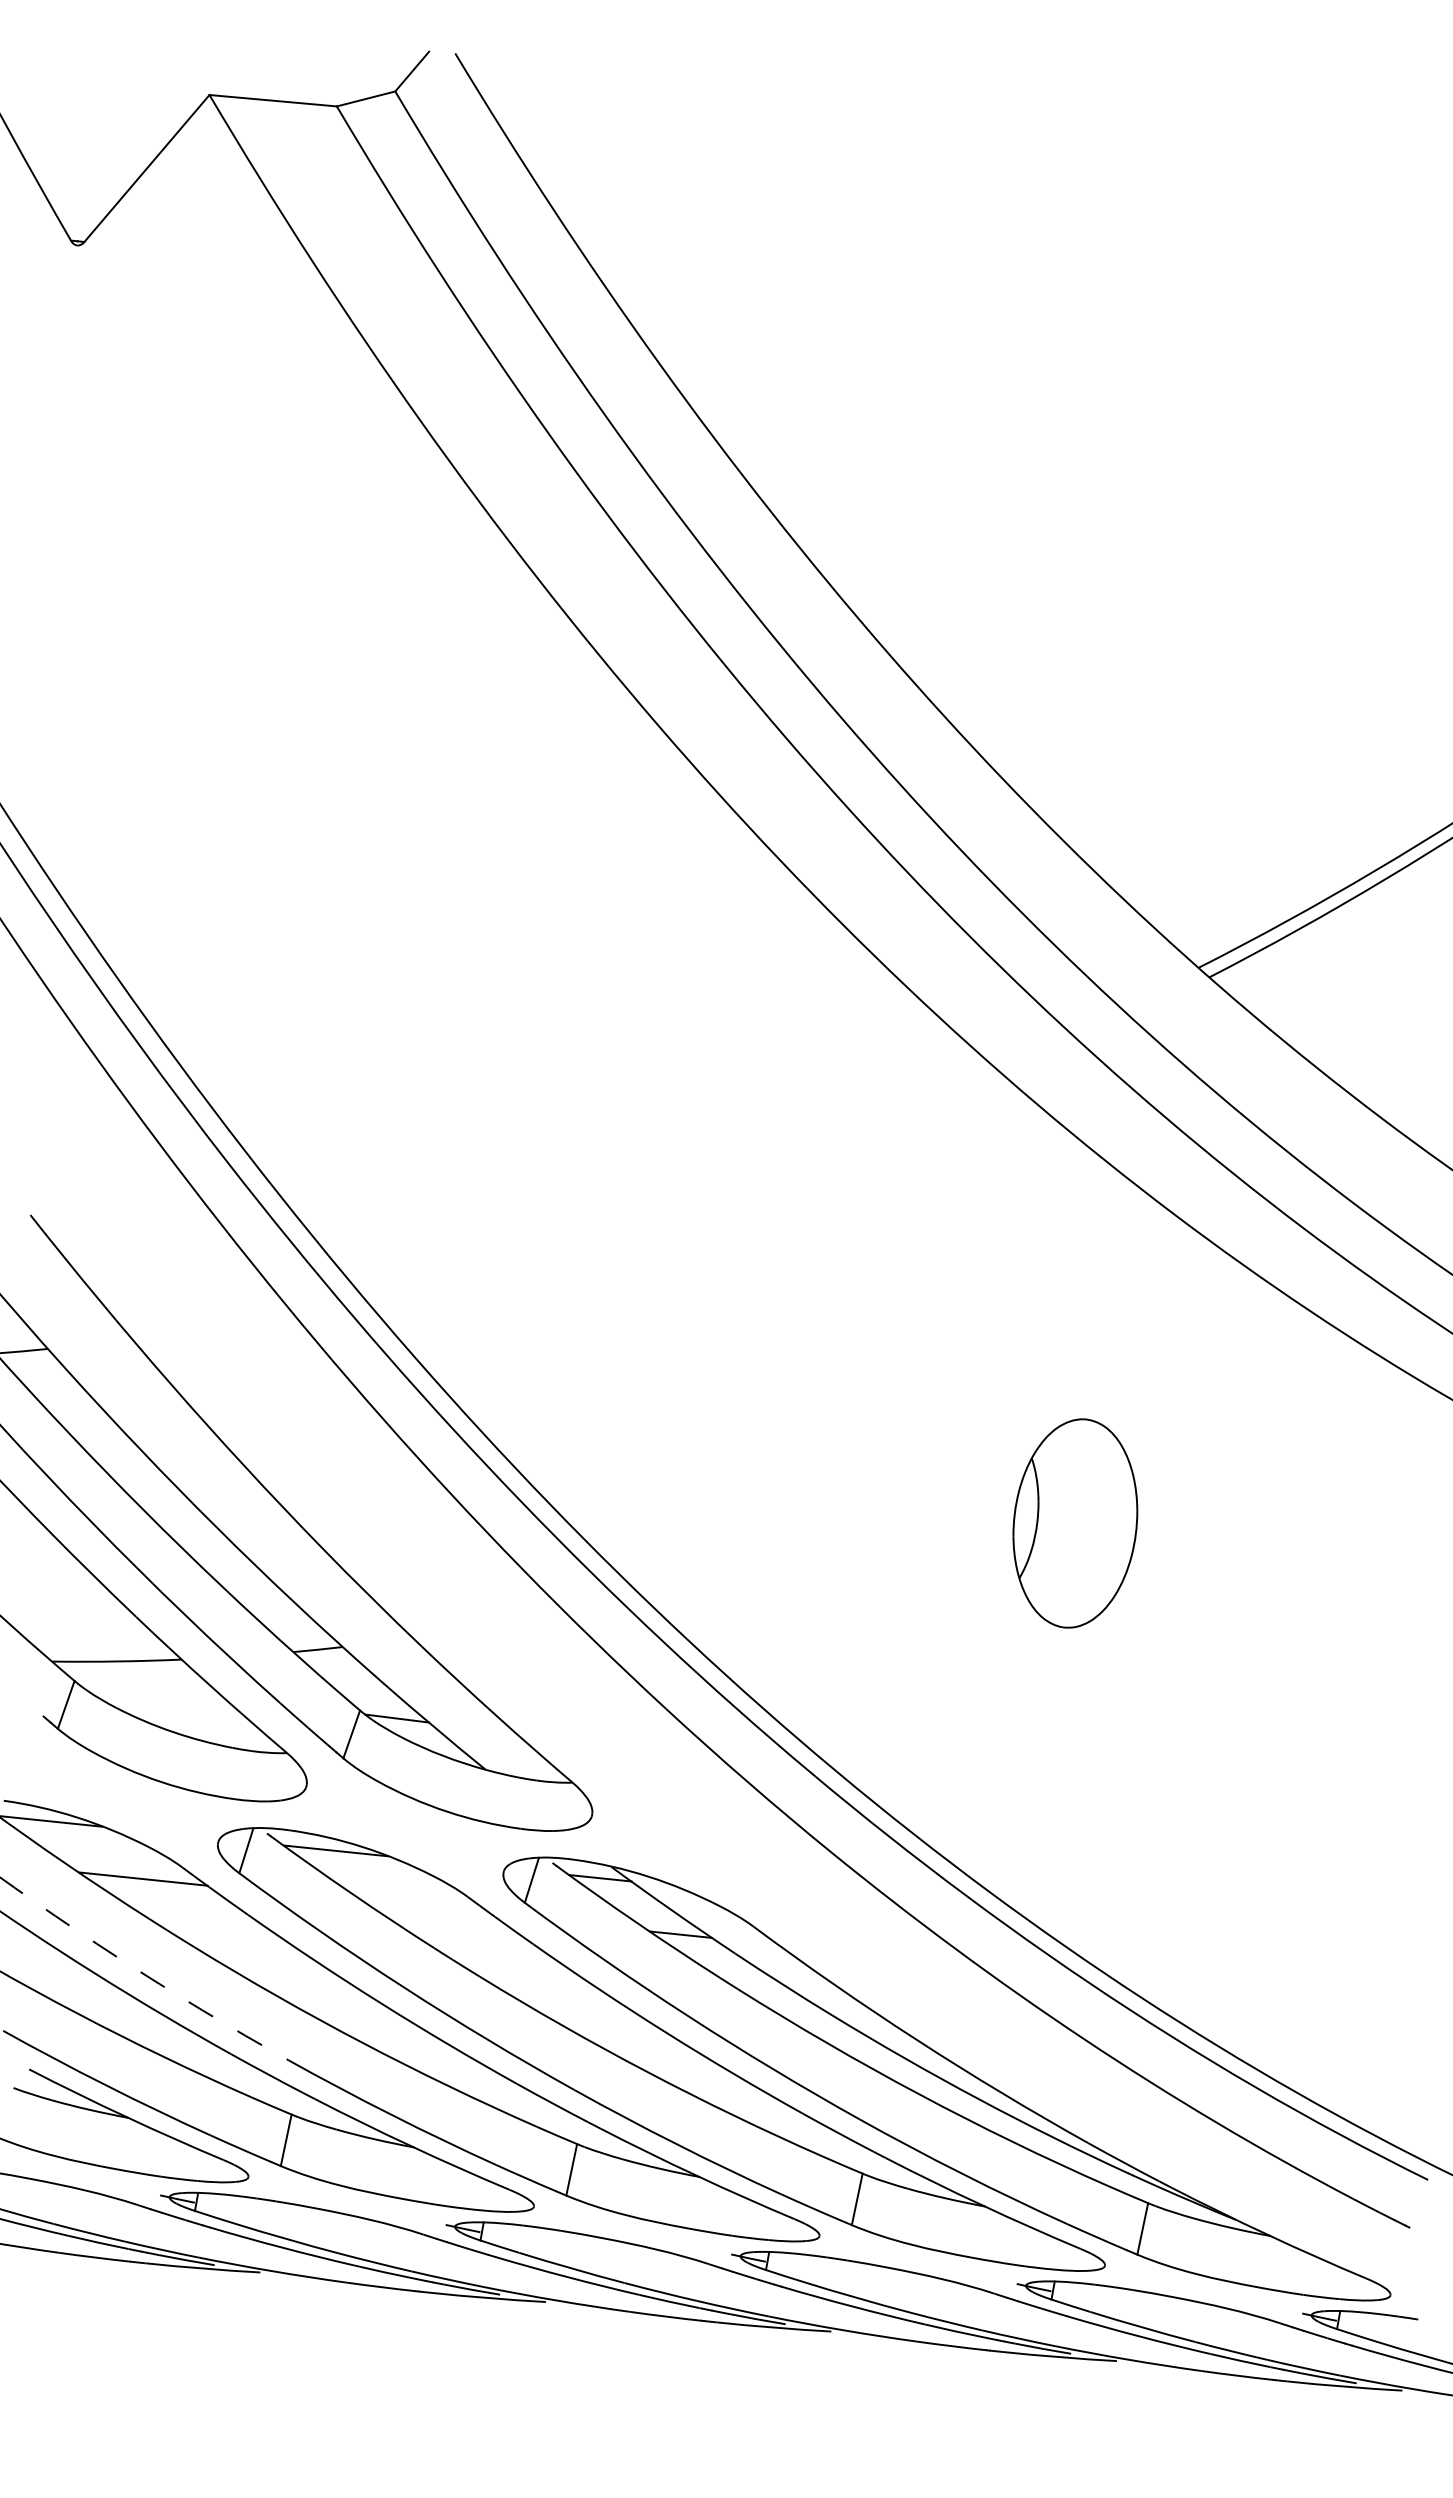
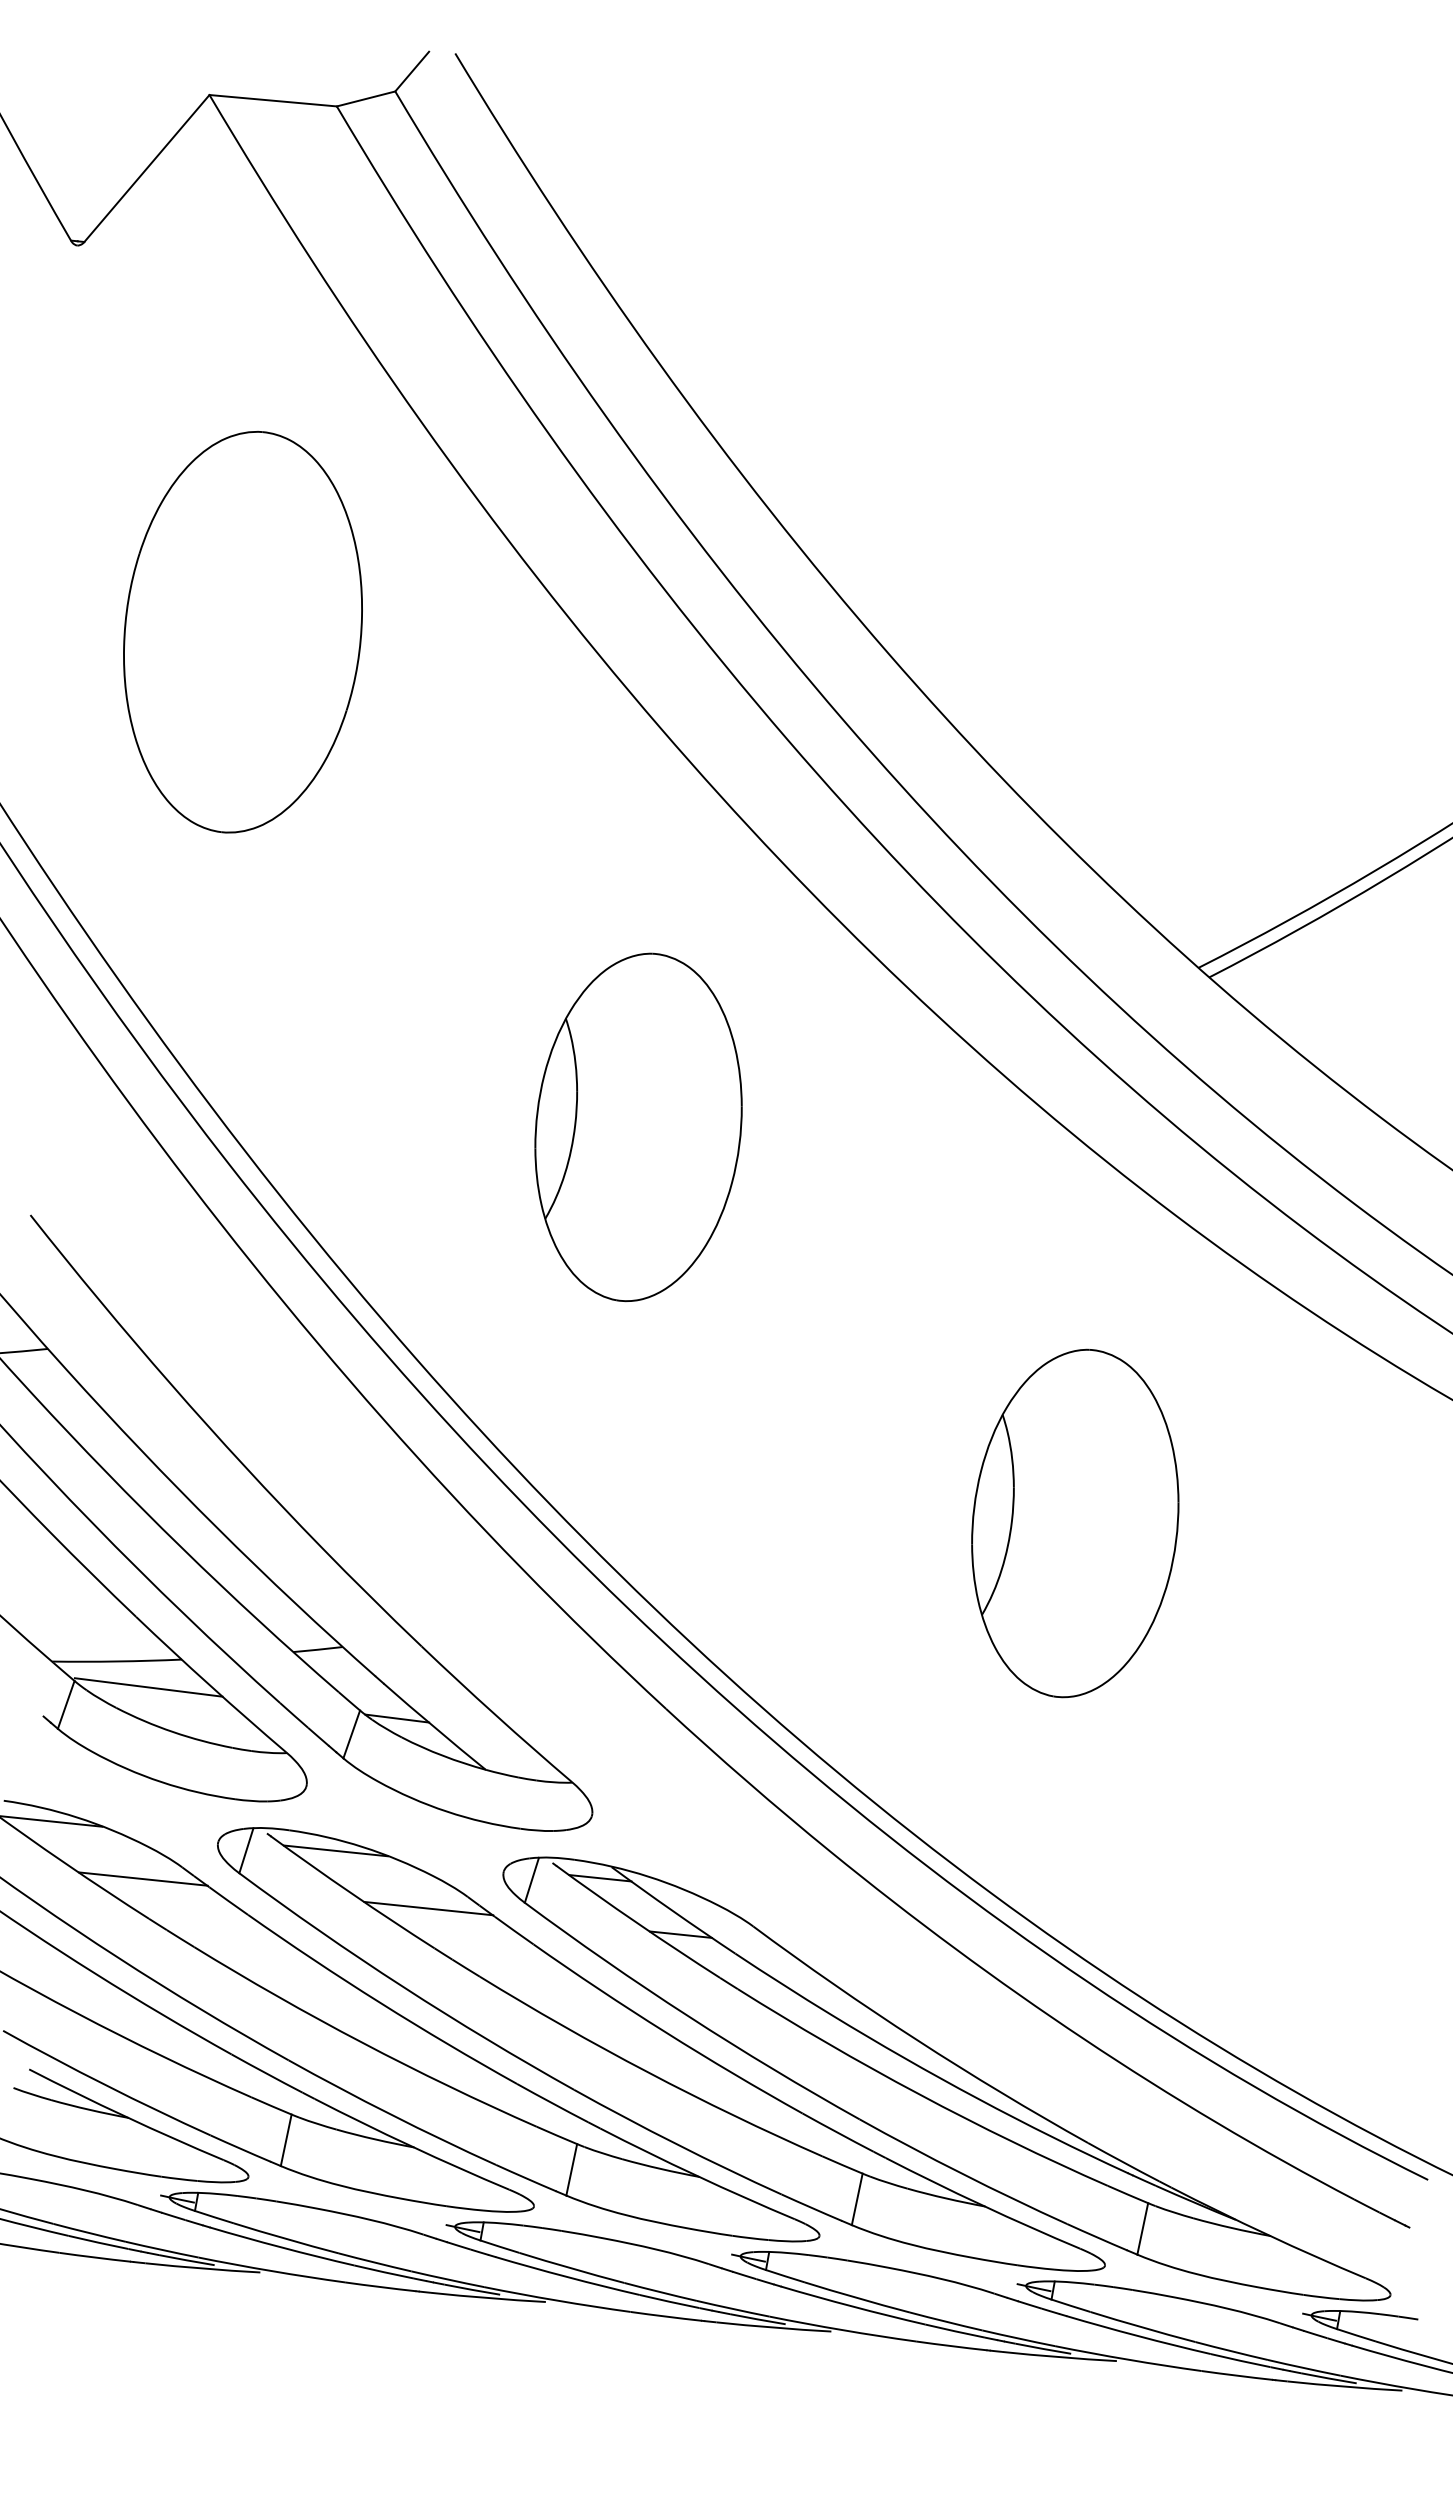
part at (242, 631): none -> present
part at (638, 1127): none -> present
part at (1075, 1523) size: 127x211 px -> 209x351 px
line at (148, 1687): none -> present
line at (428, 1908): none -> present
arc at (142, 1972): dashed -> solid
